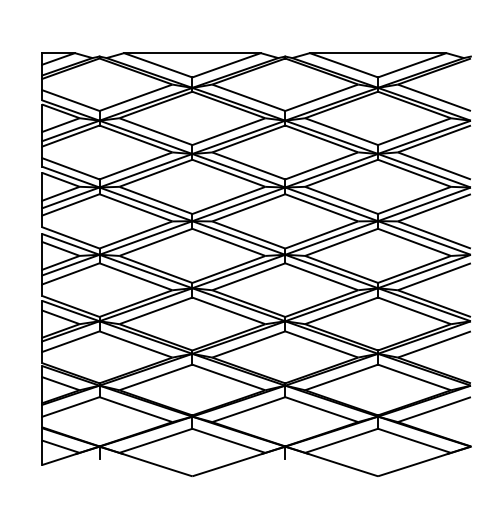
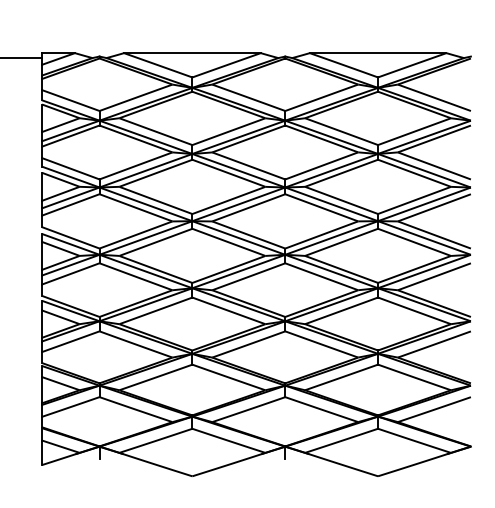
line at (22, 58): none -> present
